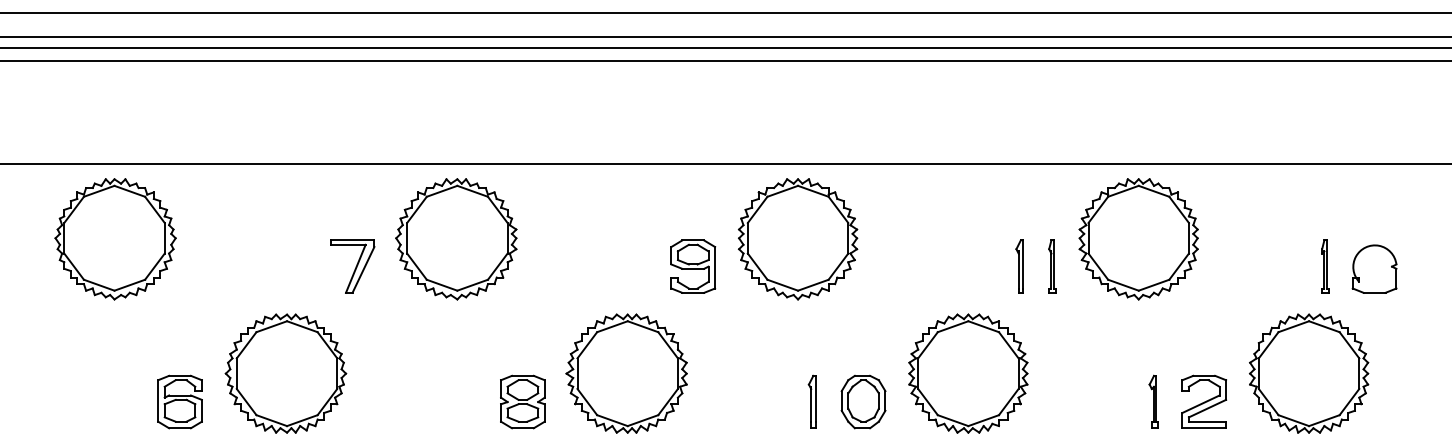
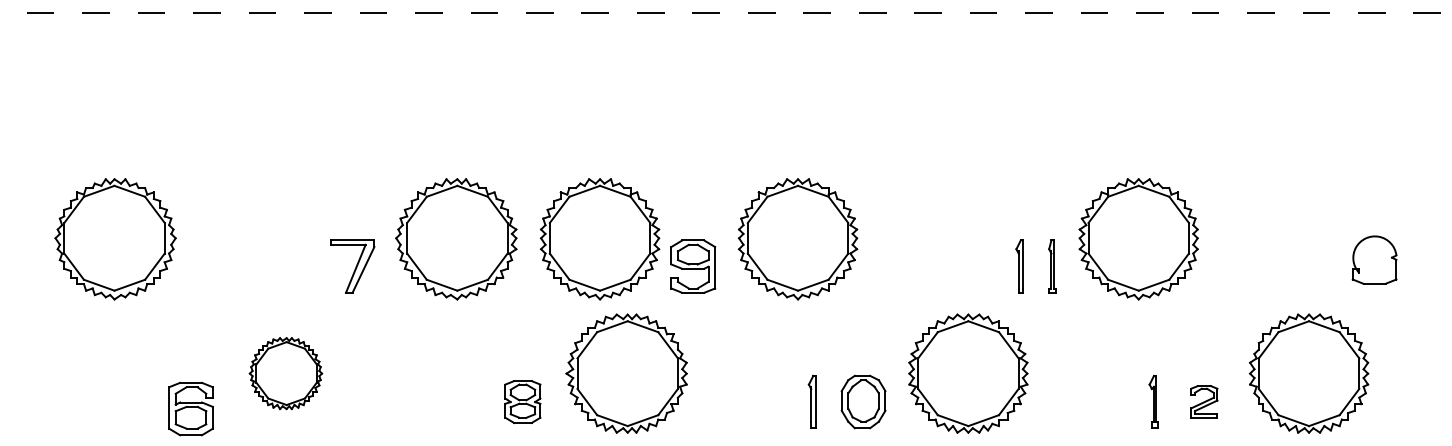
line at (726, 13): solid -> dashed
line at (725, 37): present -> none
line at (725, 48): present -> none
line at (725, 61): present -> none
line at (725, 164): present -> none
part at (600, 239): none -> present
part at (1325, 266): present -> none
part at (1374, 268) position: (1374, 268) -> (1374, 259)
part at (285, 373) size: 124x121 px -> 76x74 px
part at (179, 401) position: (179, 401) -> (190, 408)
part at (522, 401) size: 46x56 px -> 38x45 px
part at (1204, 401) size: 47x55 px -> 29x34 px
